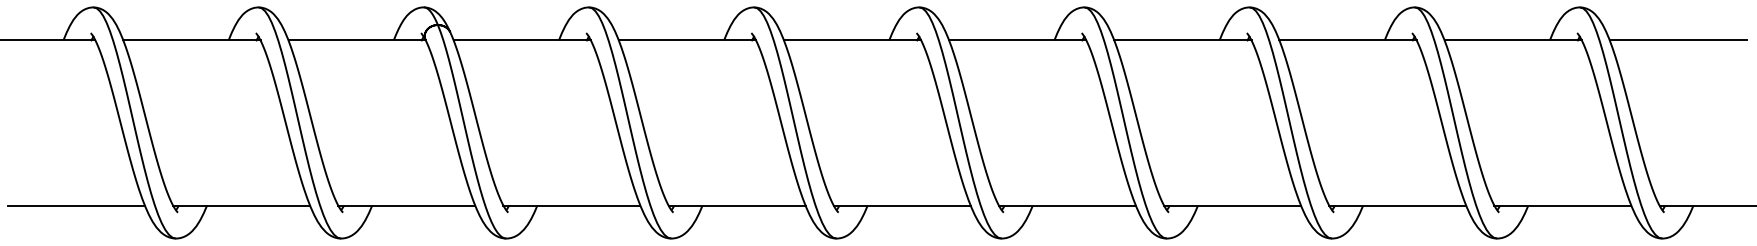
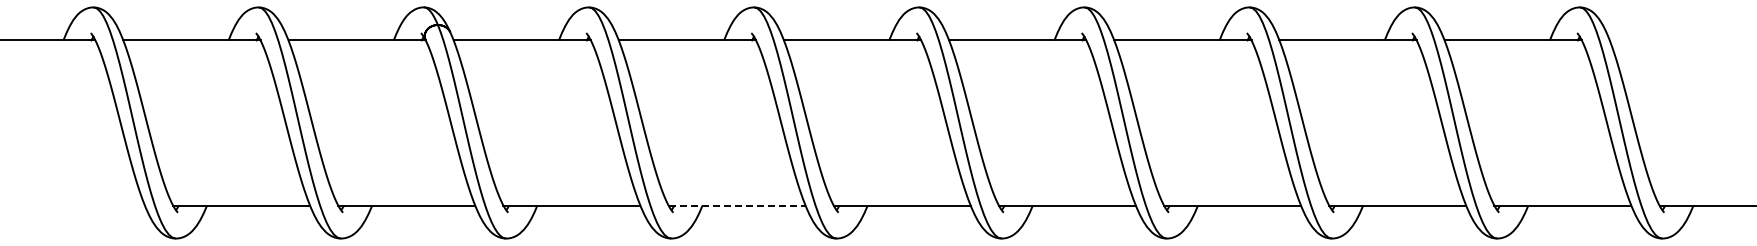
line at (1678, 40): present -> none
line at (75, 205): present -> none
line at (737, 205): solid -> dashed
